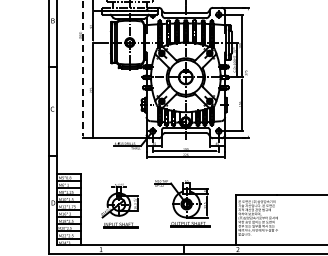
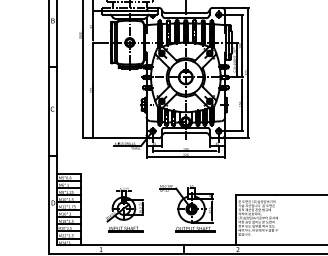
line at (83, 67): dashed -> solid
line at (248, 72): none -> present
part at (182, 203) position: (182, 203) -> (187, 208)
part at (119, 205) position: (119, 205) -> (124, 209)
